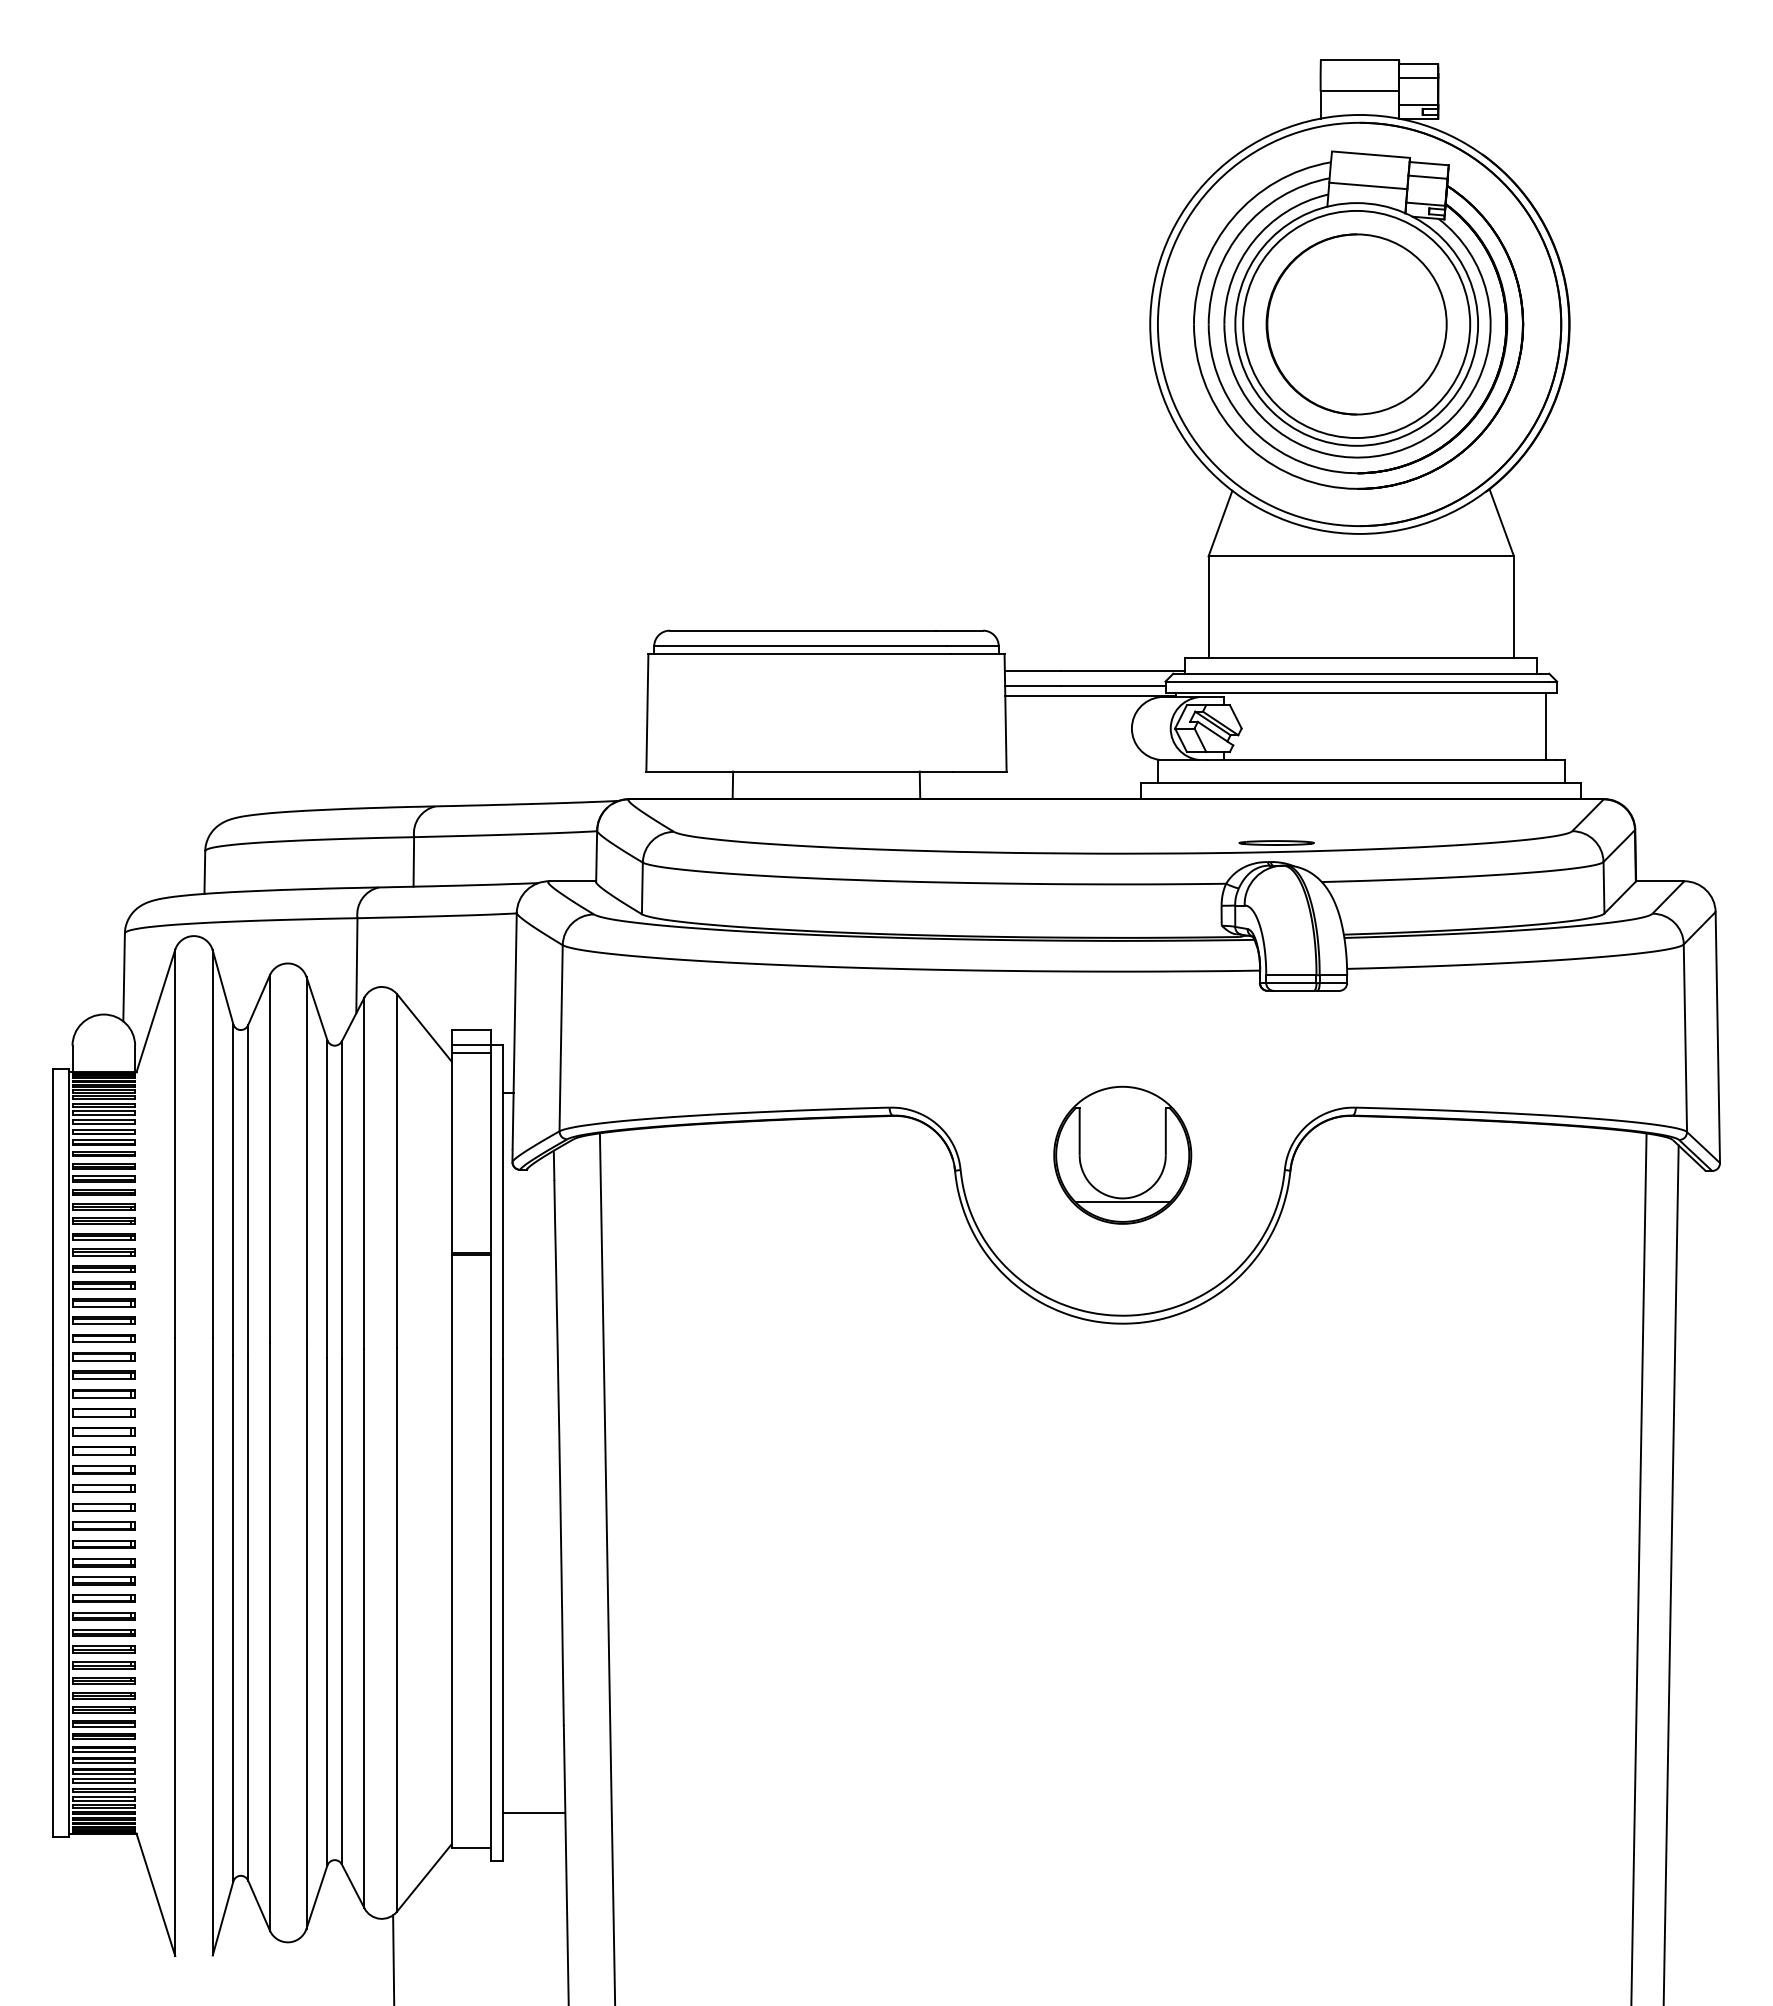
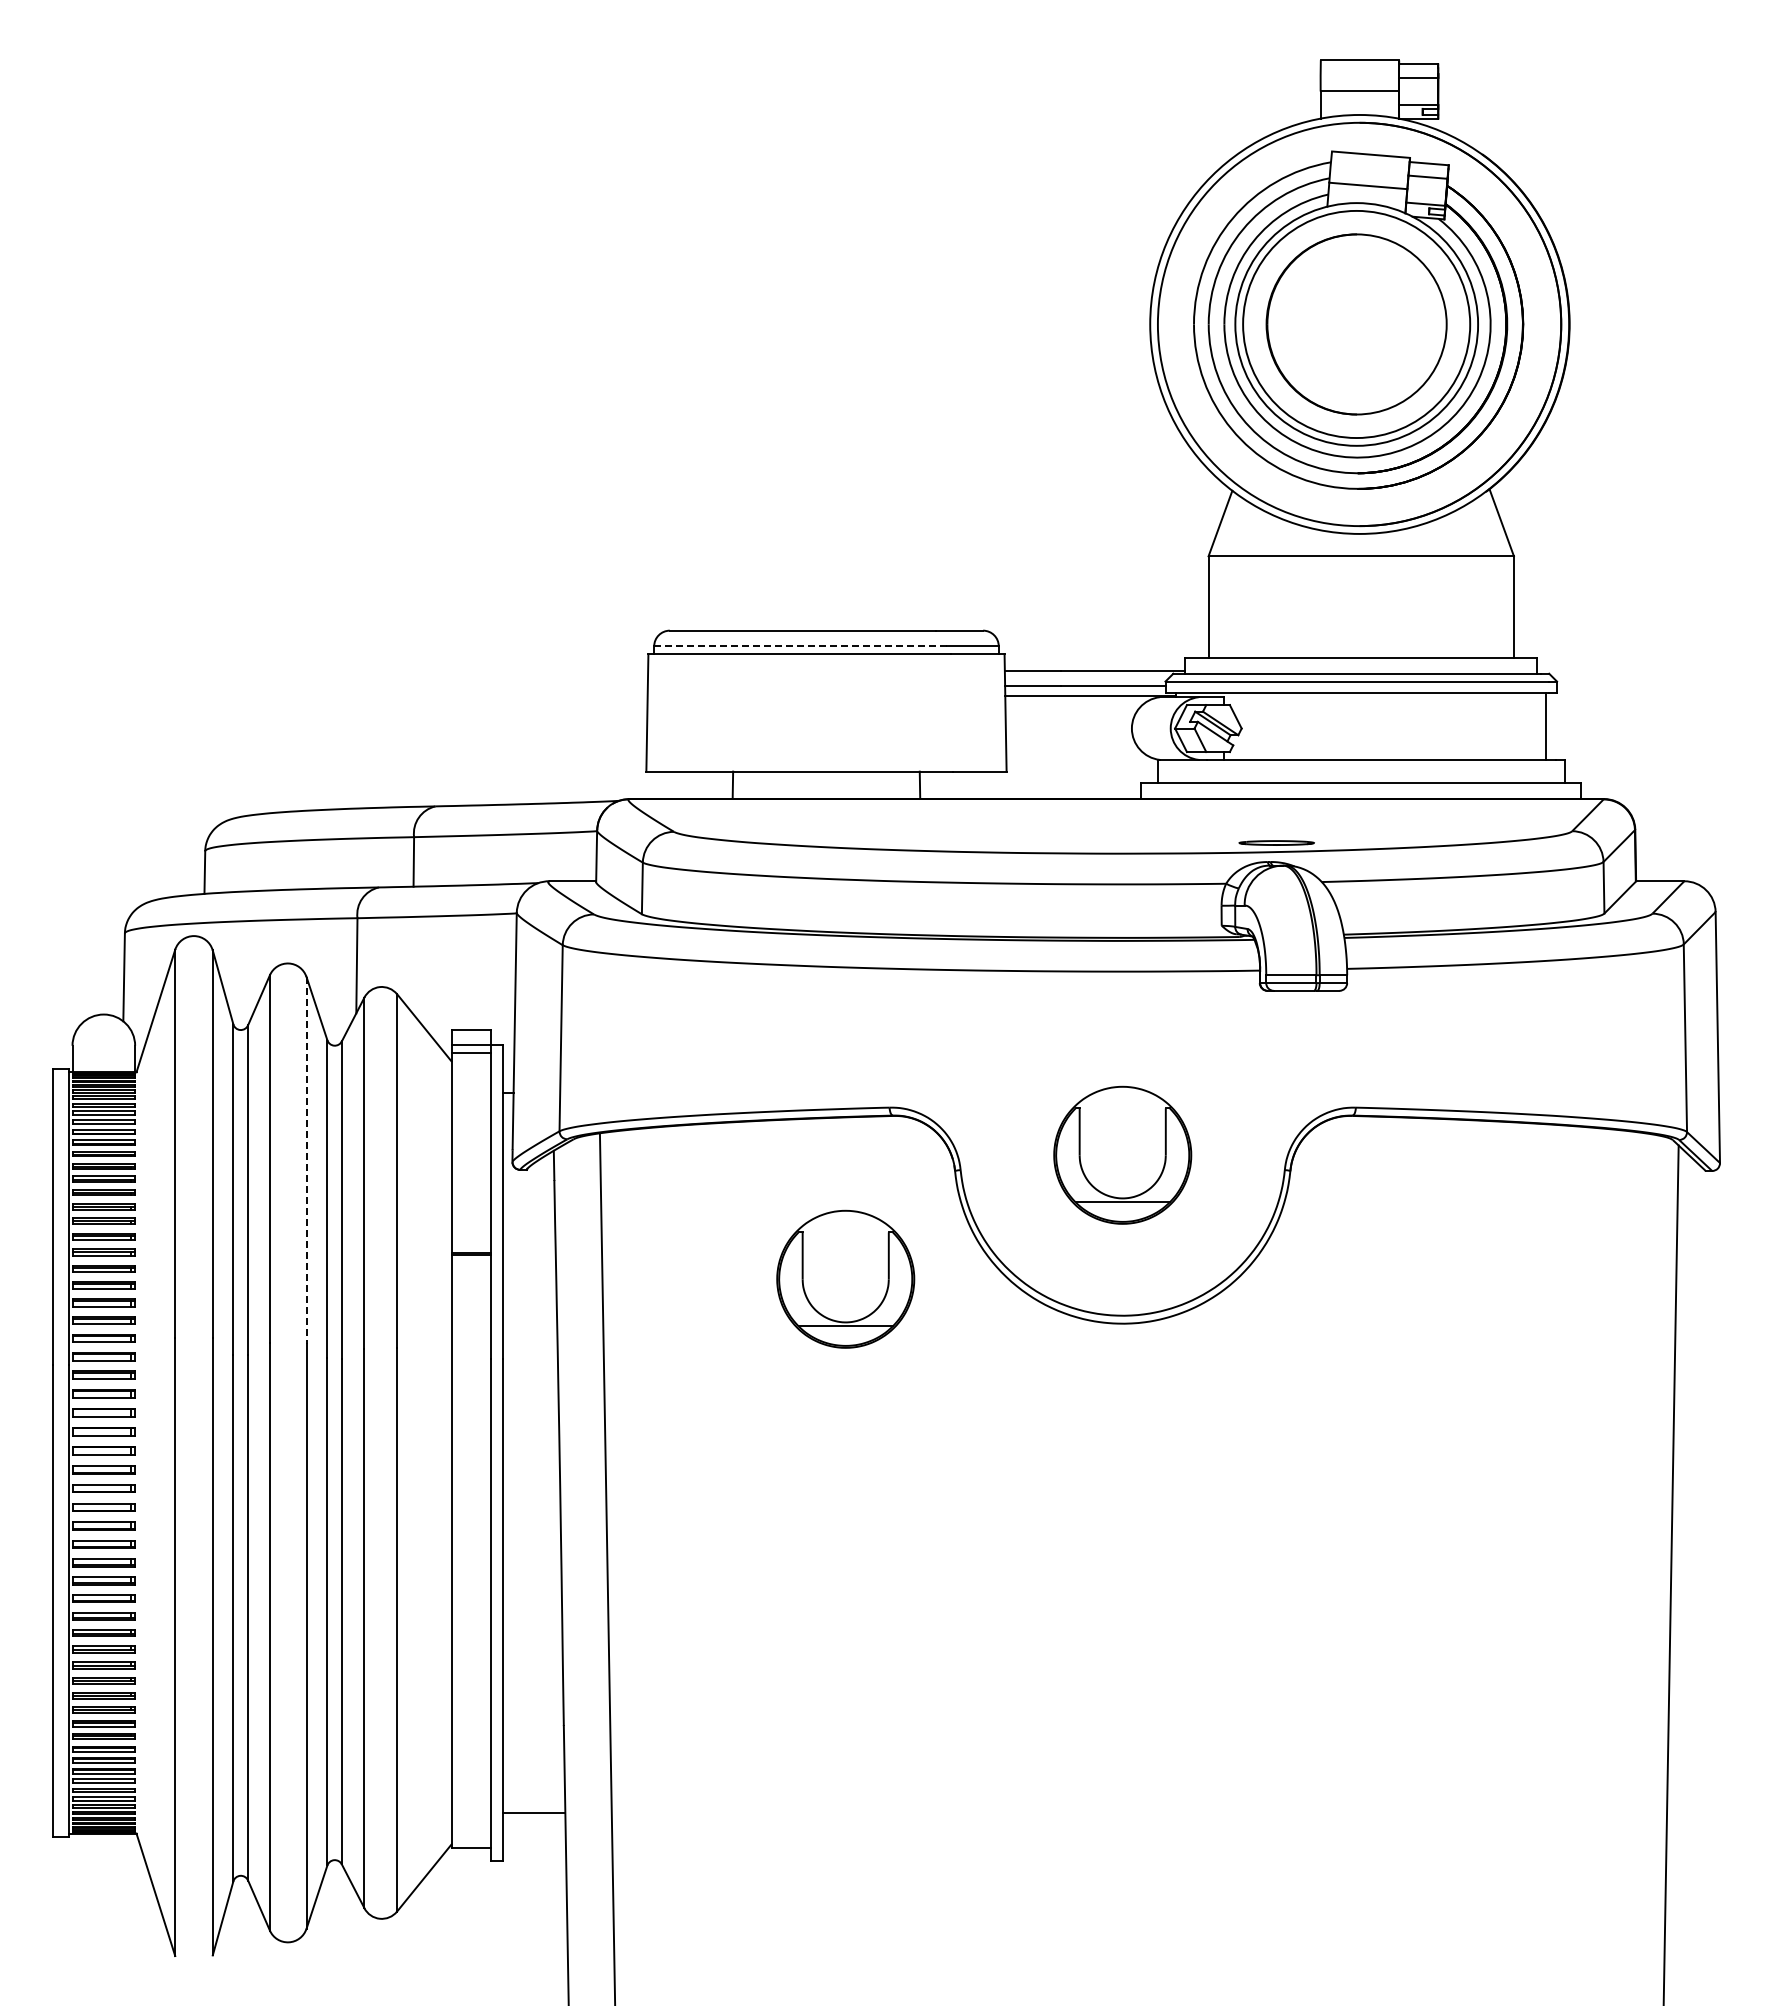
line at (800, 646): solid -> dashed
line at (306, 1160): solid -> dashed
part at (845, 1278): none -> present
line at (1638, 1567): present -> none
line at (393, 1958): present -> none
